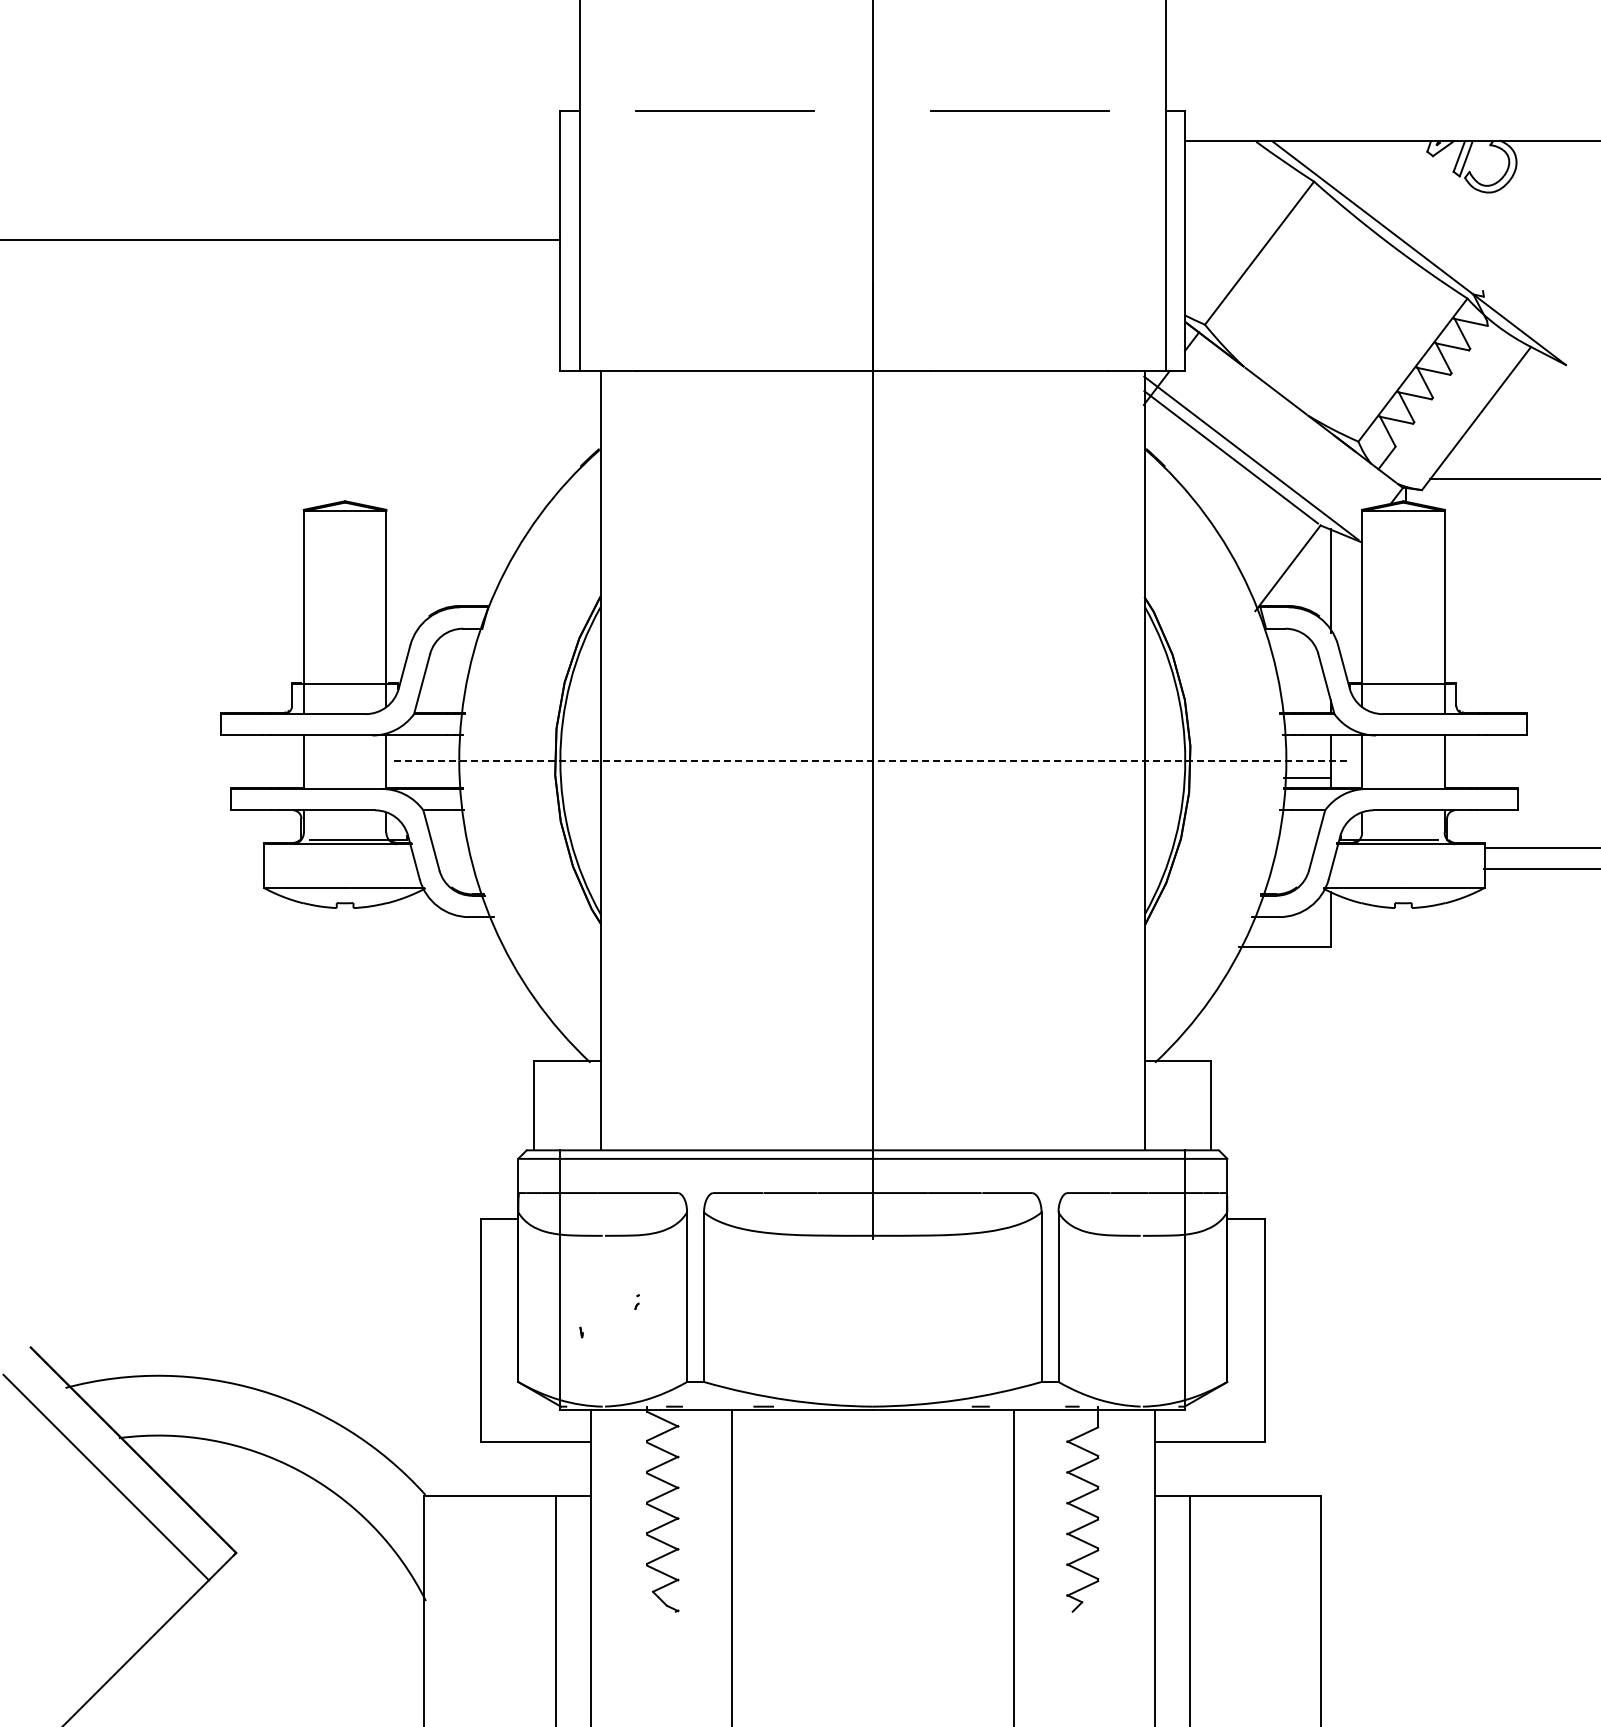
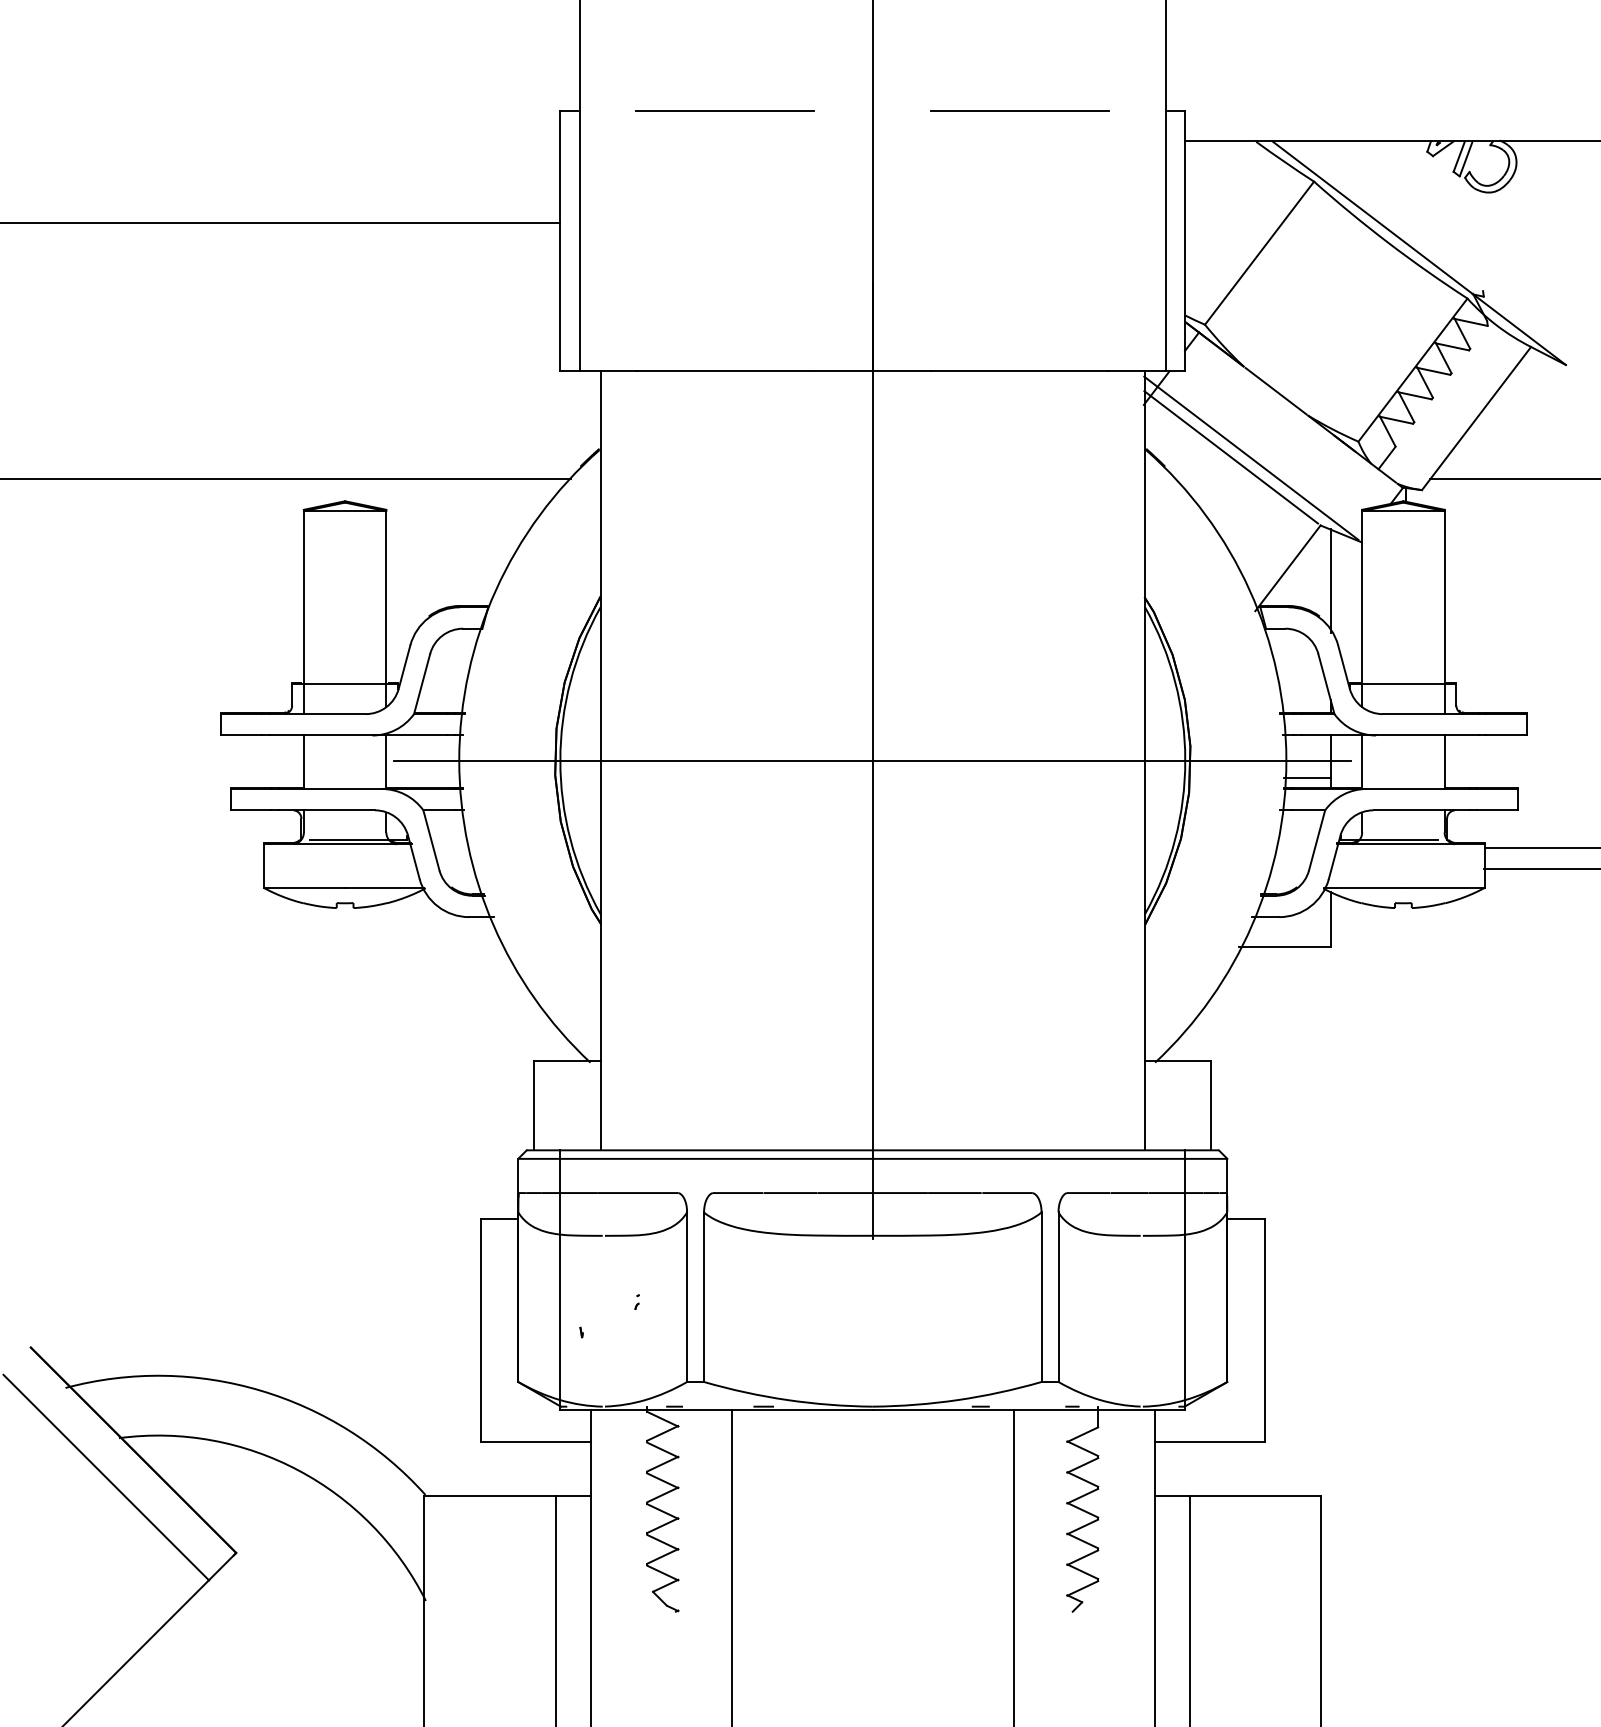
line at (281, 239) position: (281, 239) -> (281, 222)
line at (286, 479): none -> present
line at (873, 760): dashed -> solid
